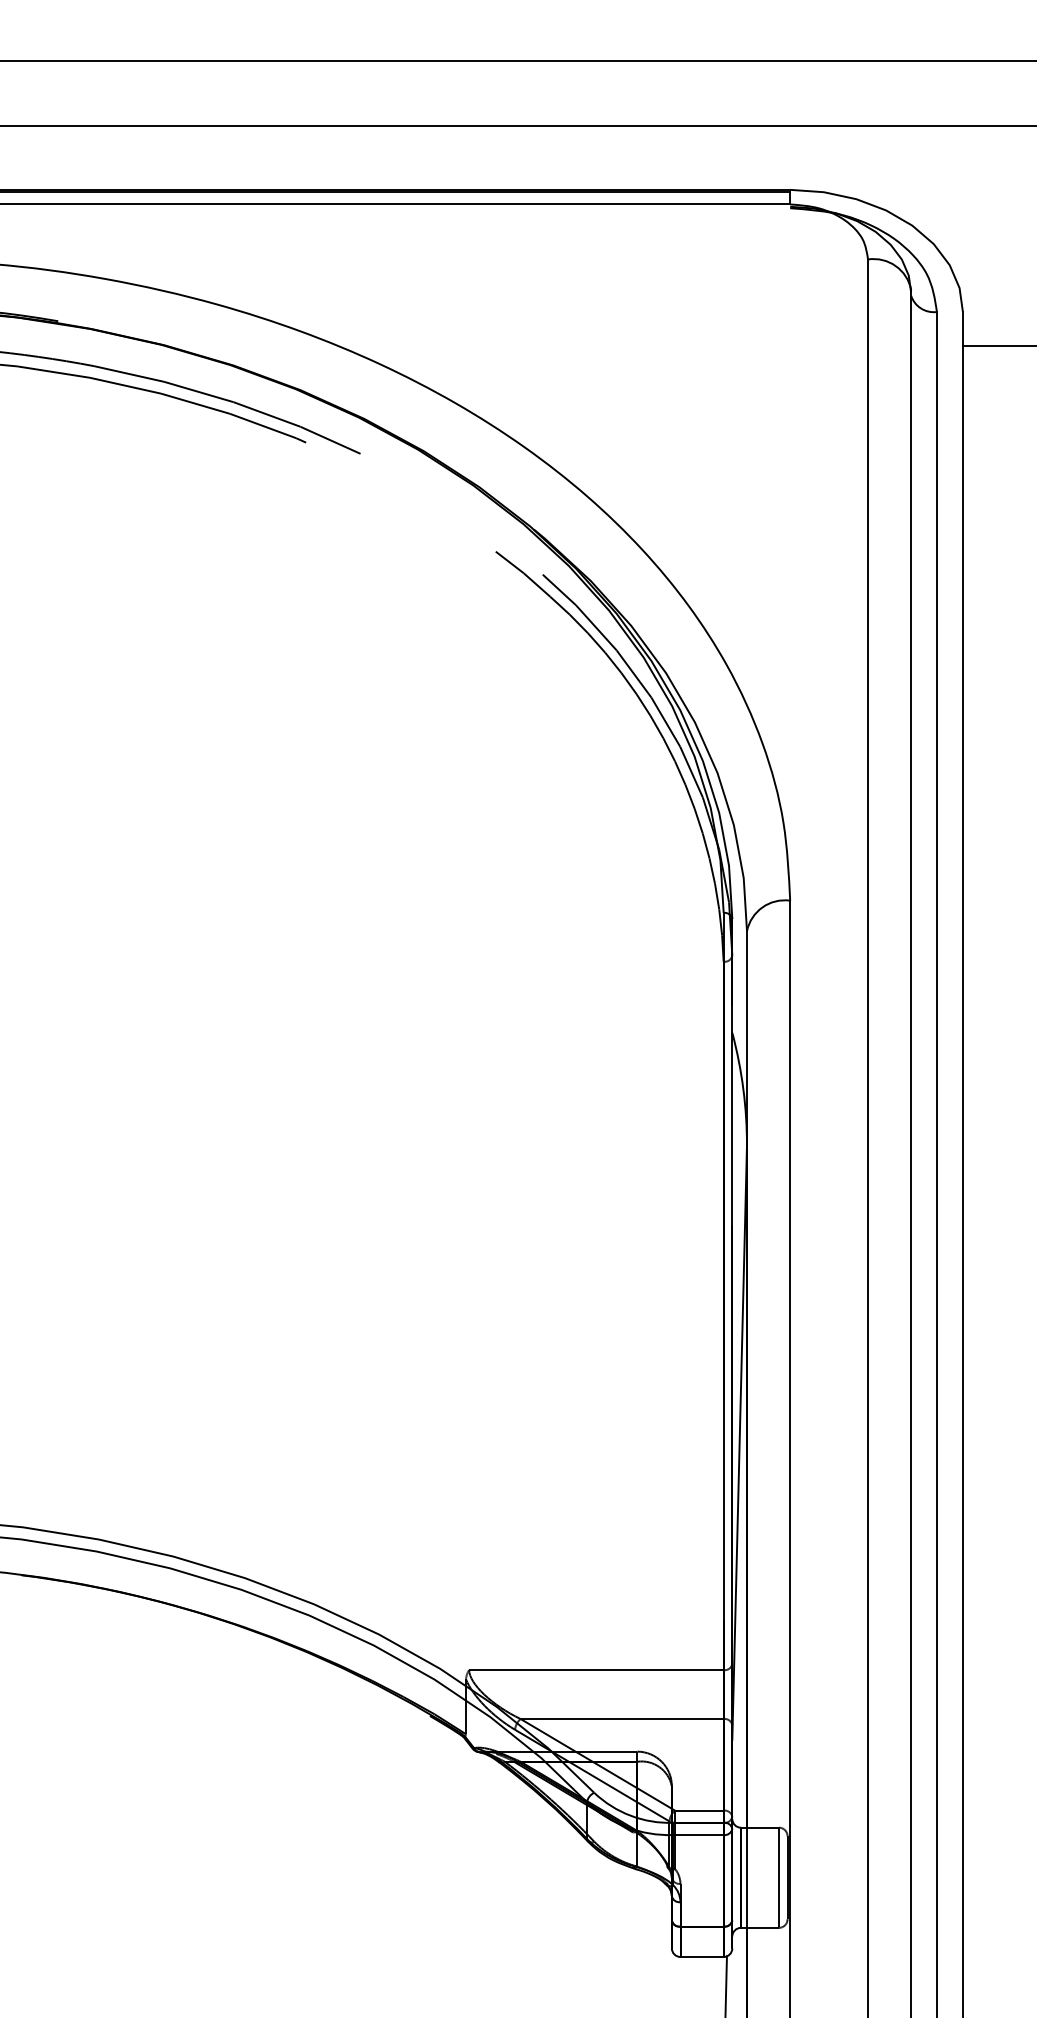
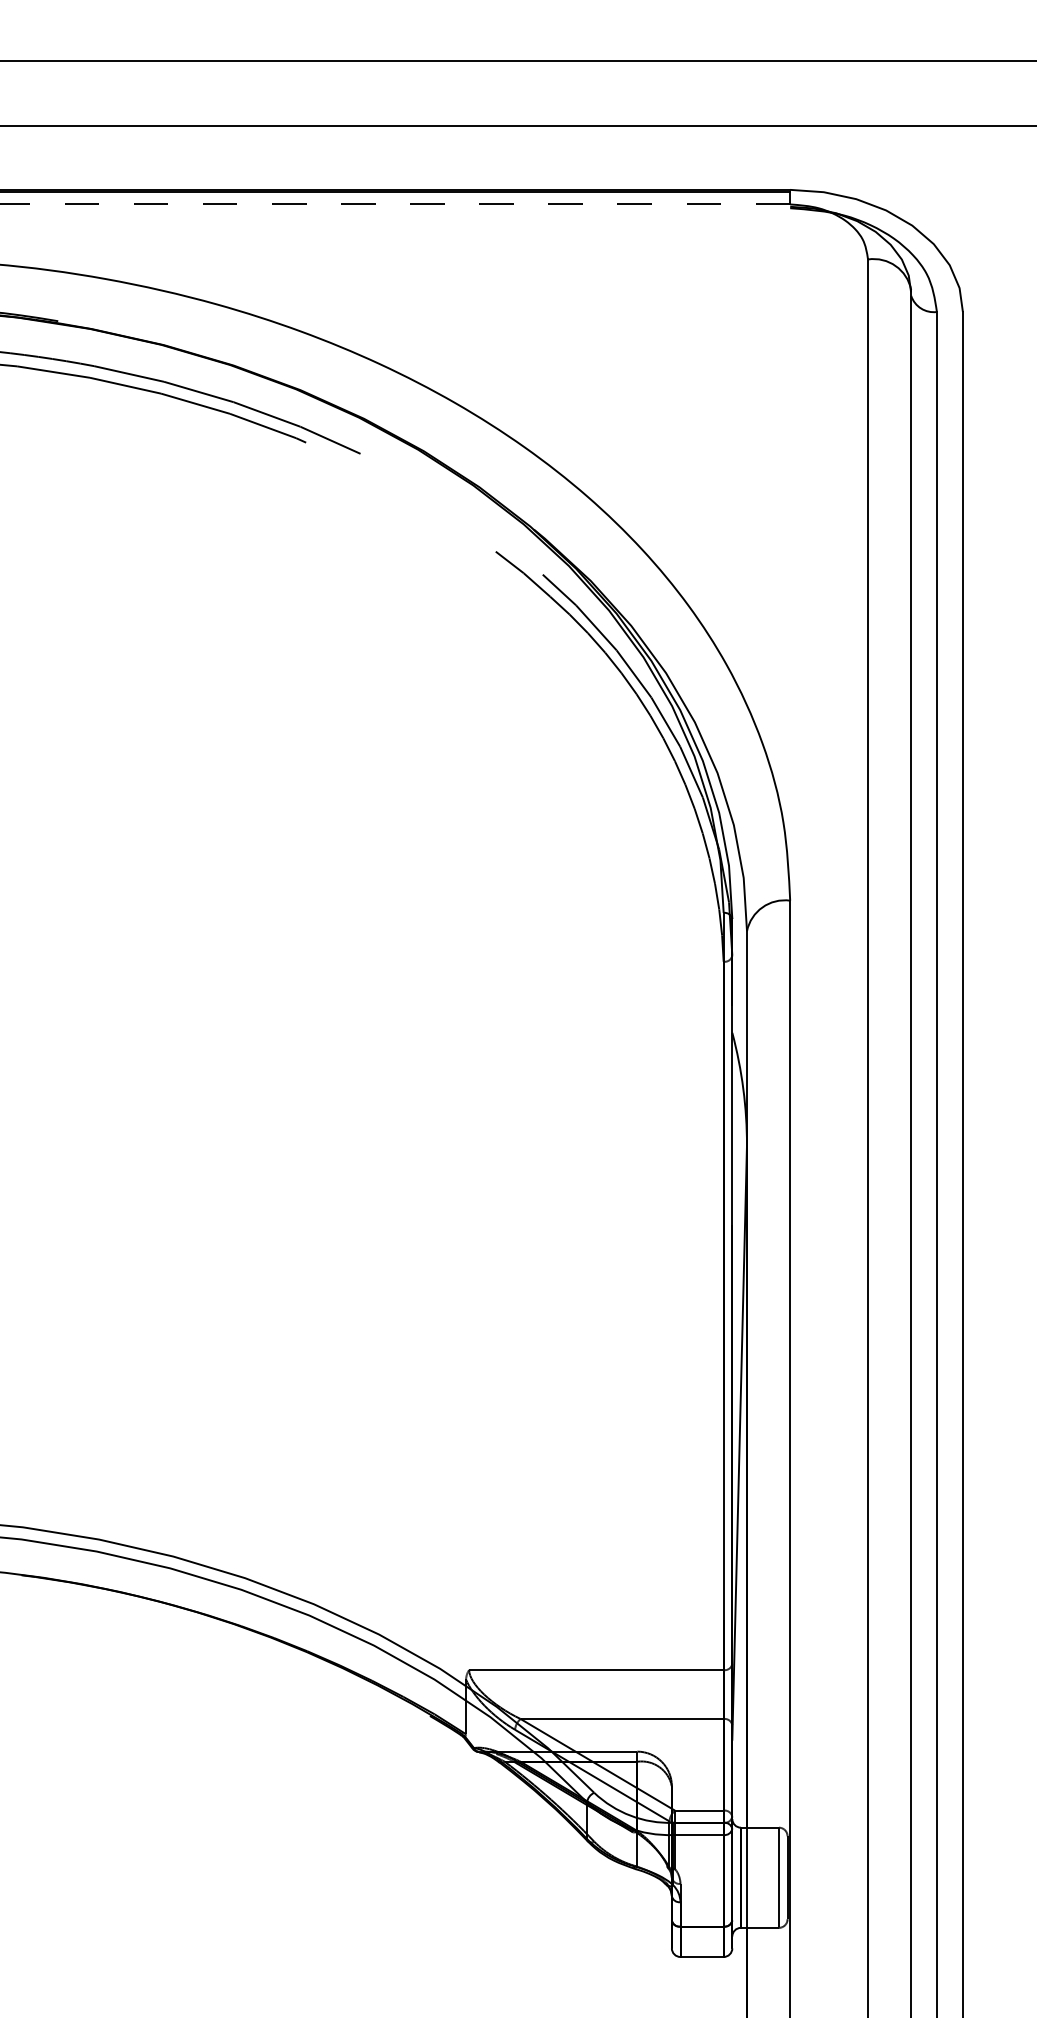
line at (395, 204): solid -> dashed
line at (997, 346): present -> none
line at (725, 1985): present -> none
